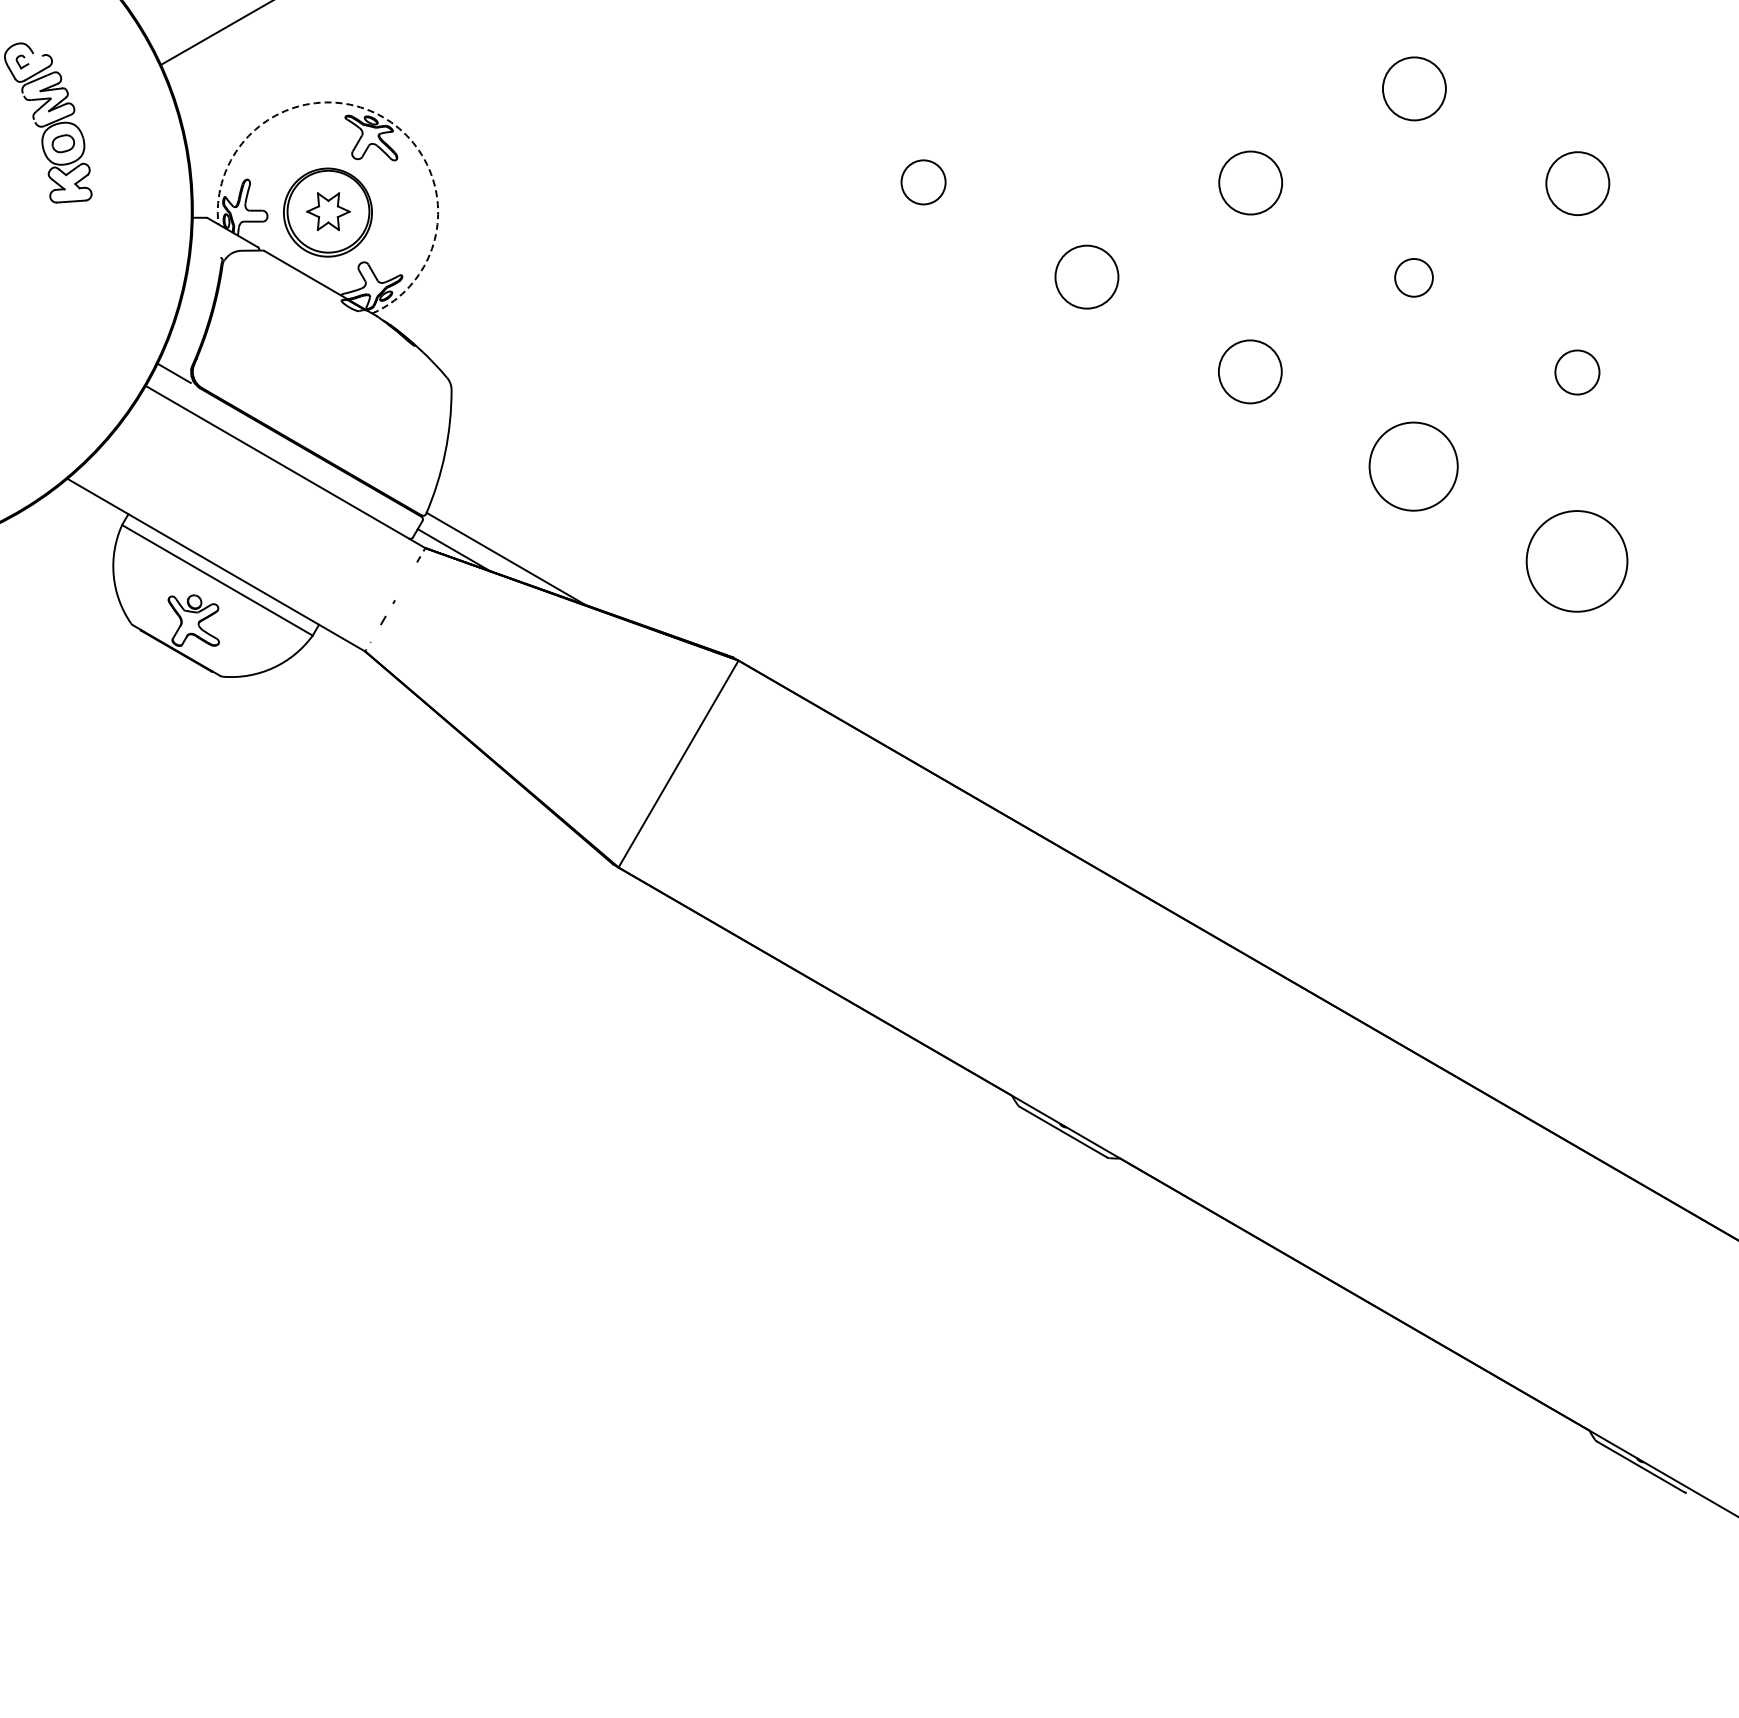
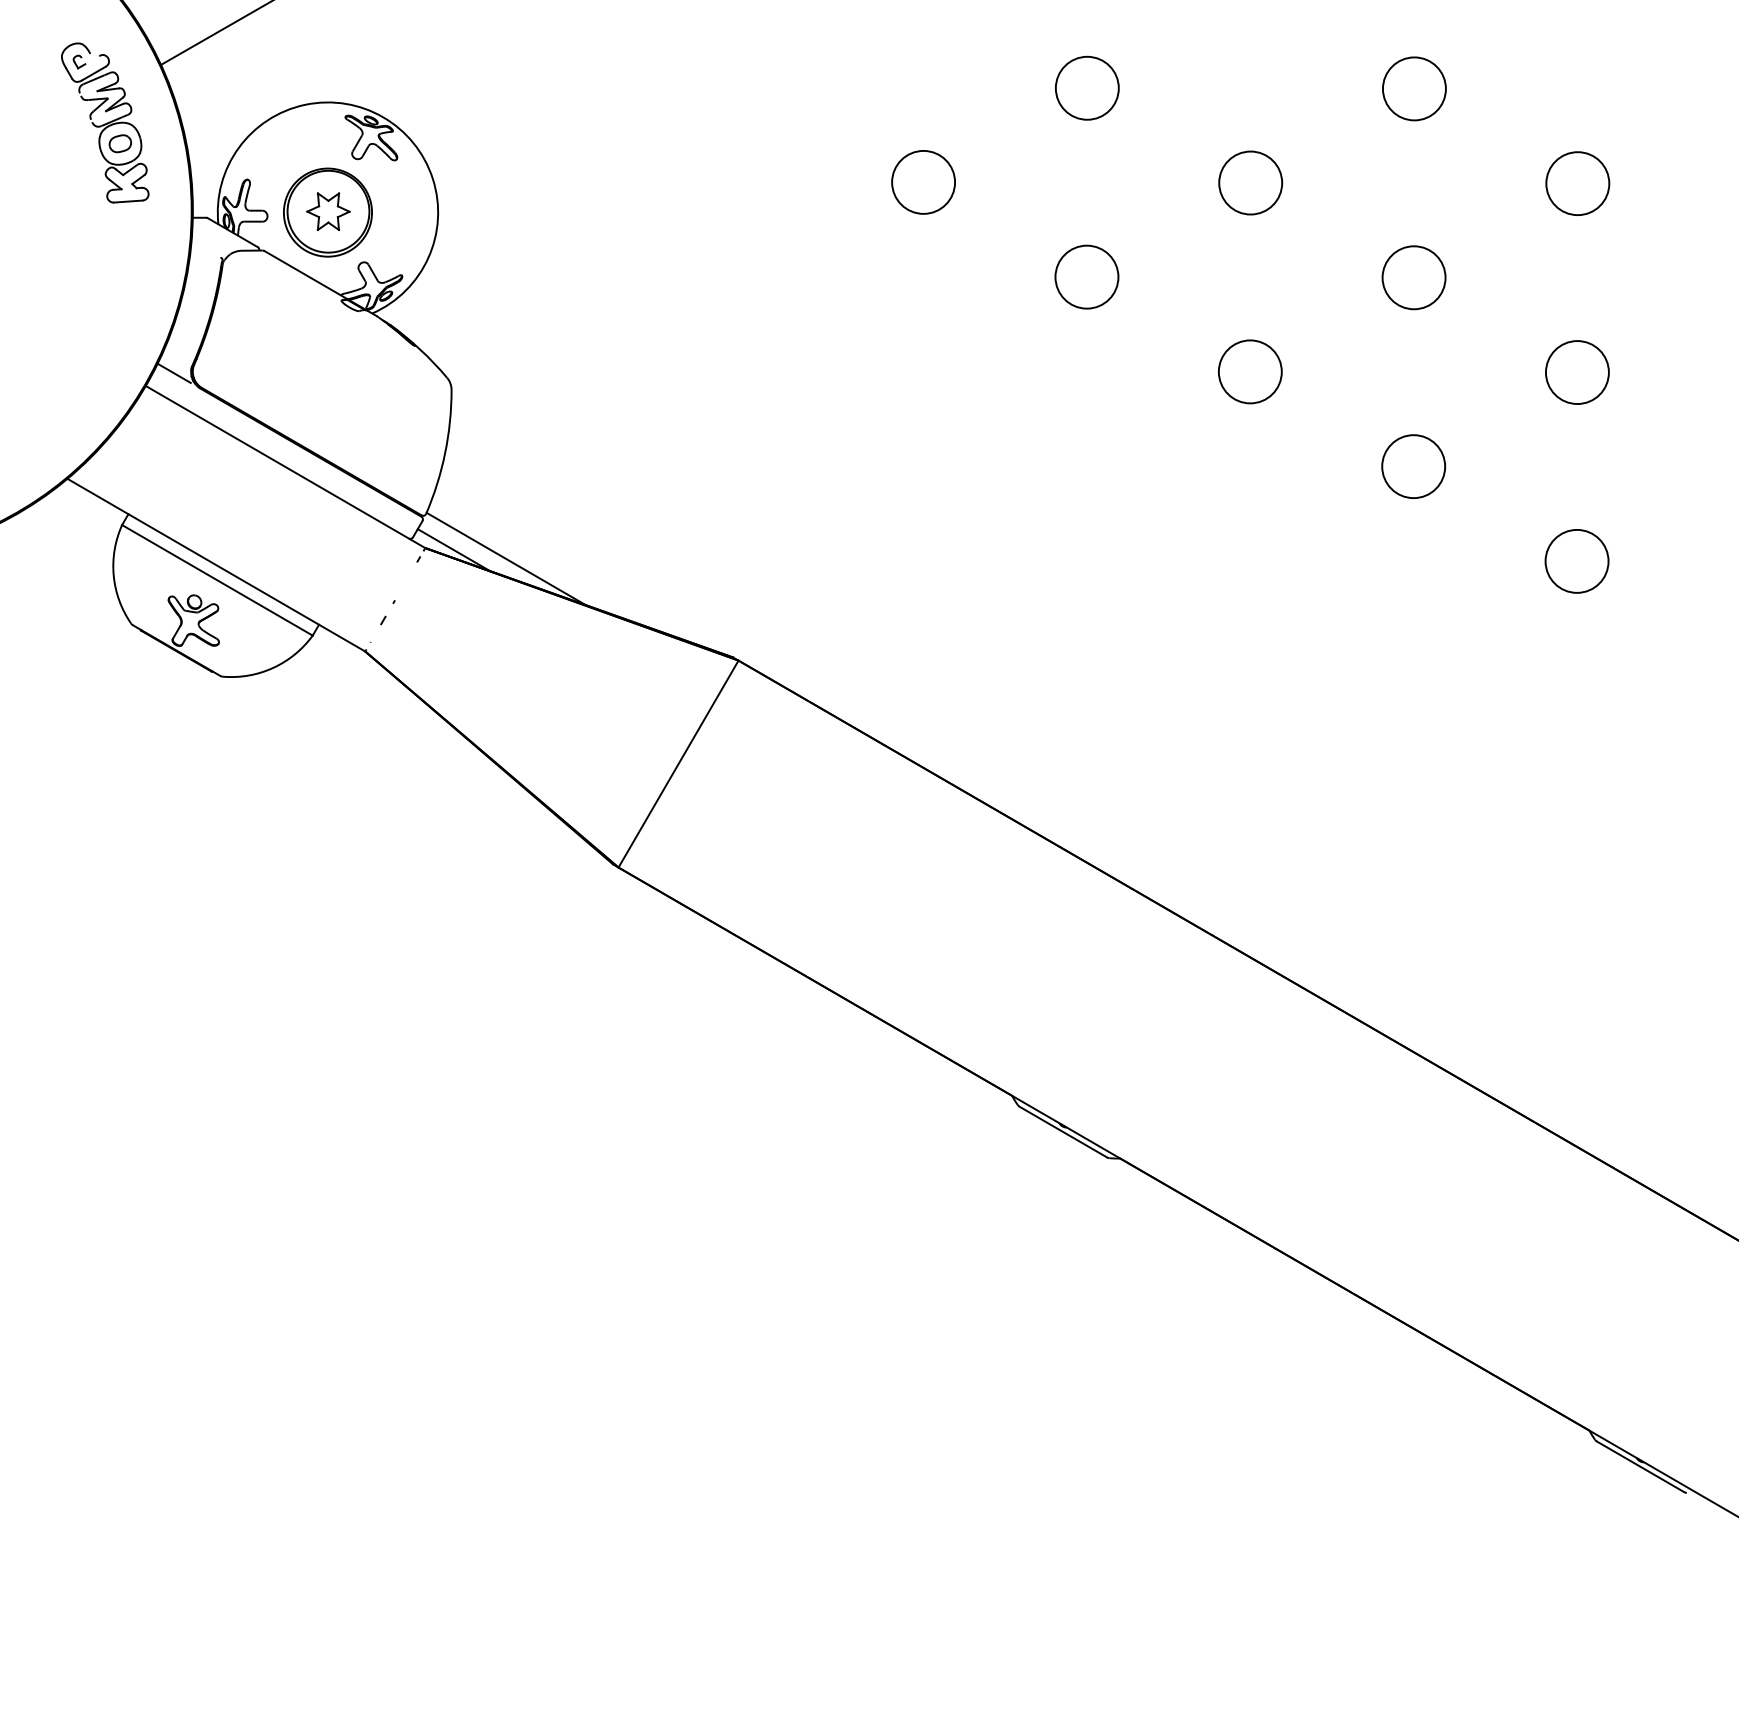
circle at (1087, 87): none -> present
arc at (383, 117): dashed -> solid
part at (48, 122) position: (48, 122) -> (105, 122)
circle at (923, 182) diameter: 44 px -> 63 px
circle at (1413, 277) size: 40x40 px -> 66x66 px
circle at (1577, 372) diameter: 44 px -> 63 px
circle at (1413, 466) diameter: 88 px -> 63 px
circle at (1576, 561) diameter: 101 px -> 63 px
